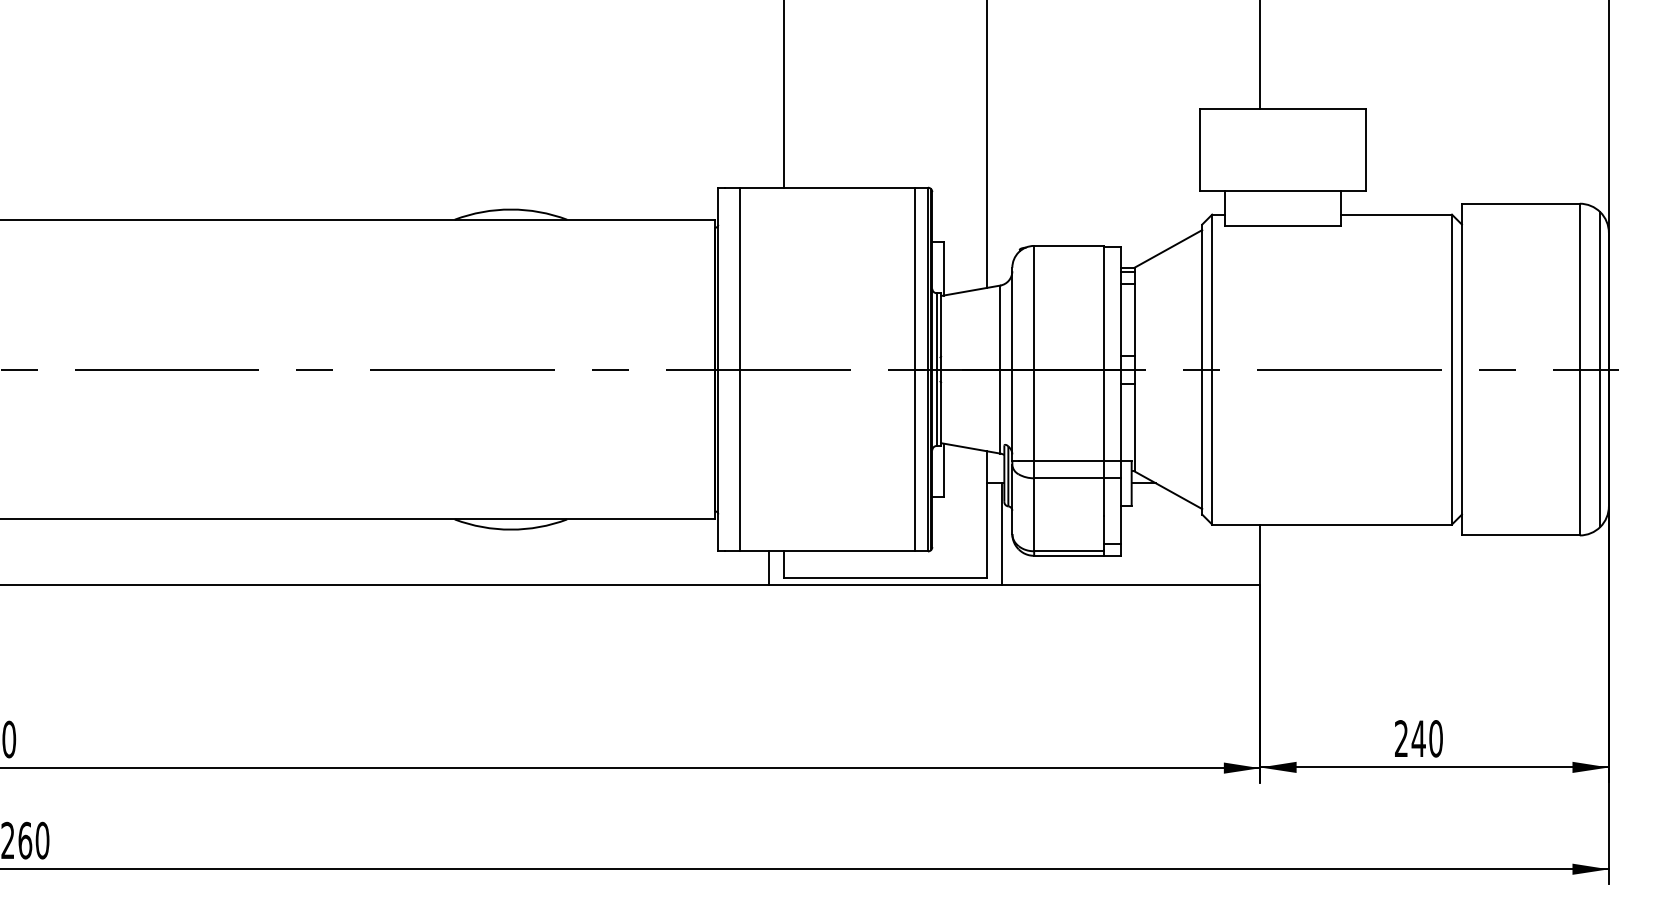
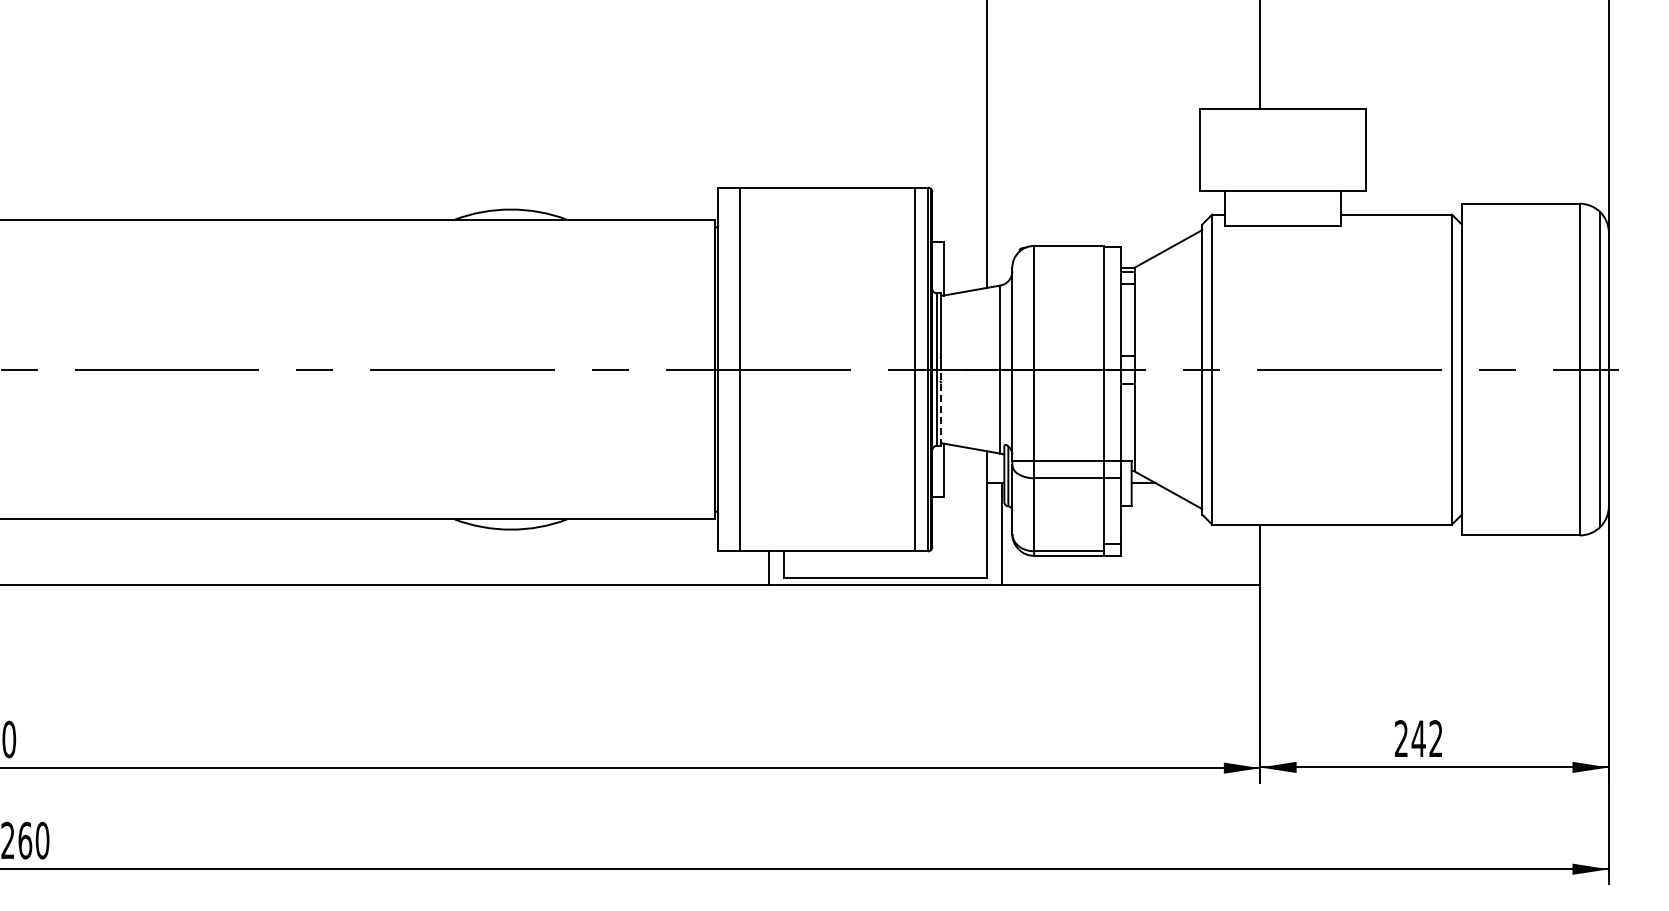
line at (783, 94): present -> none
line at (941, 407): solid -> dashed
text at (1435, 738): 240 -> 242
